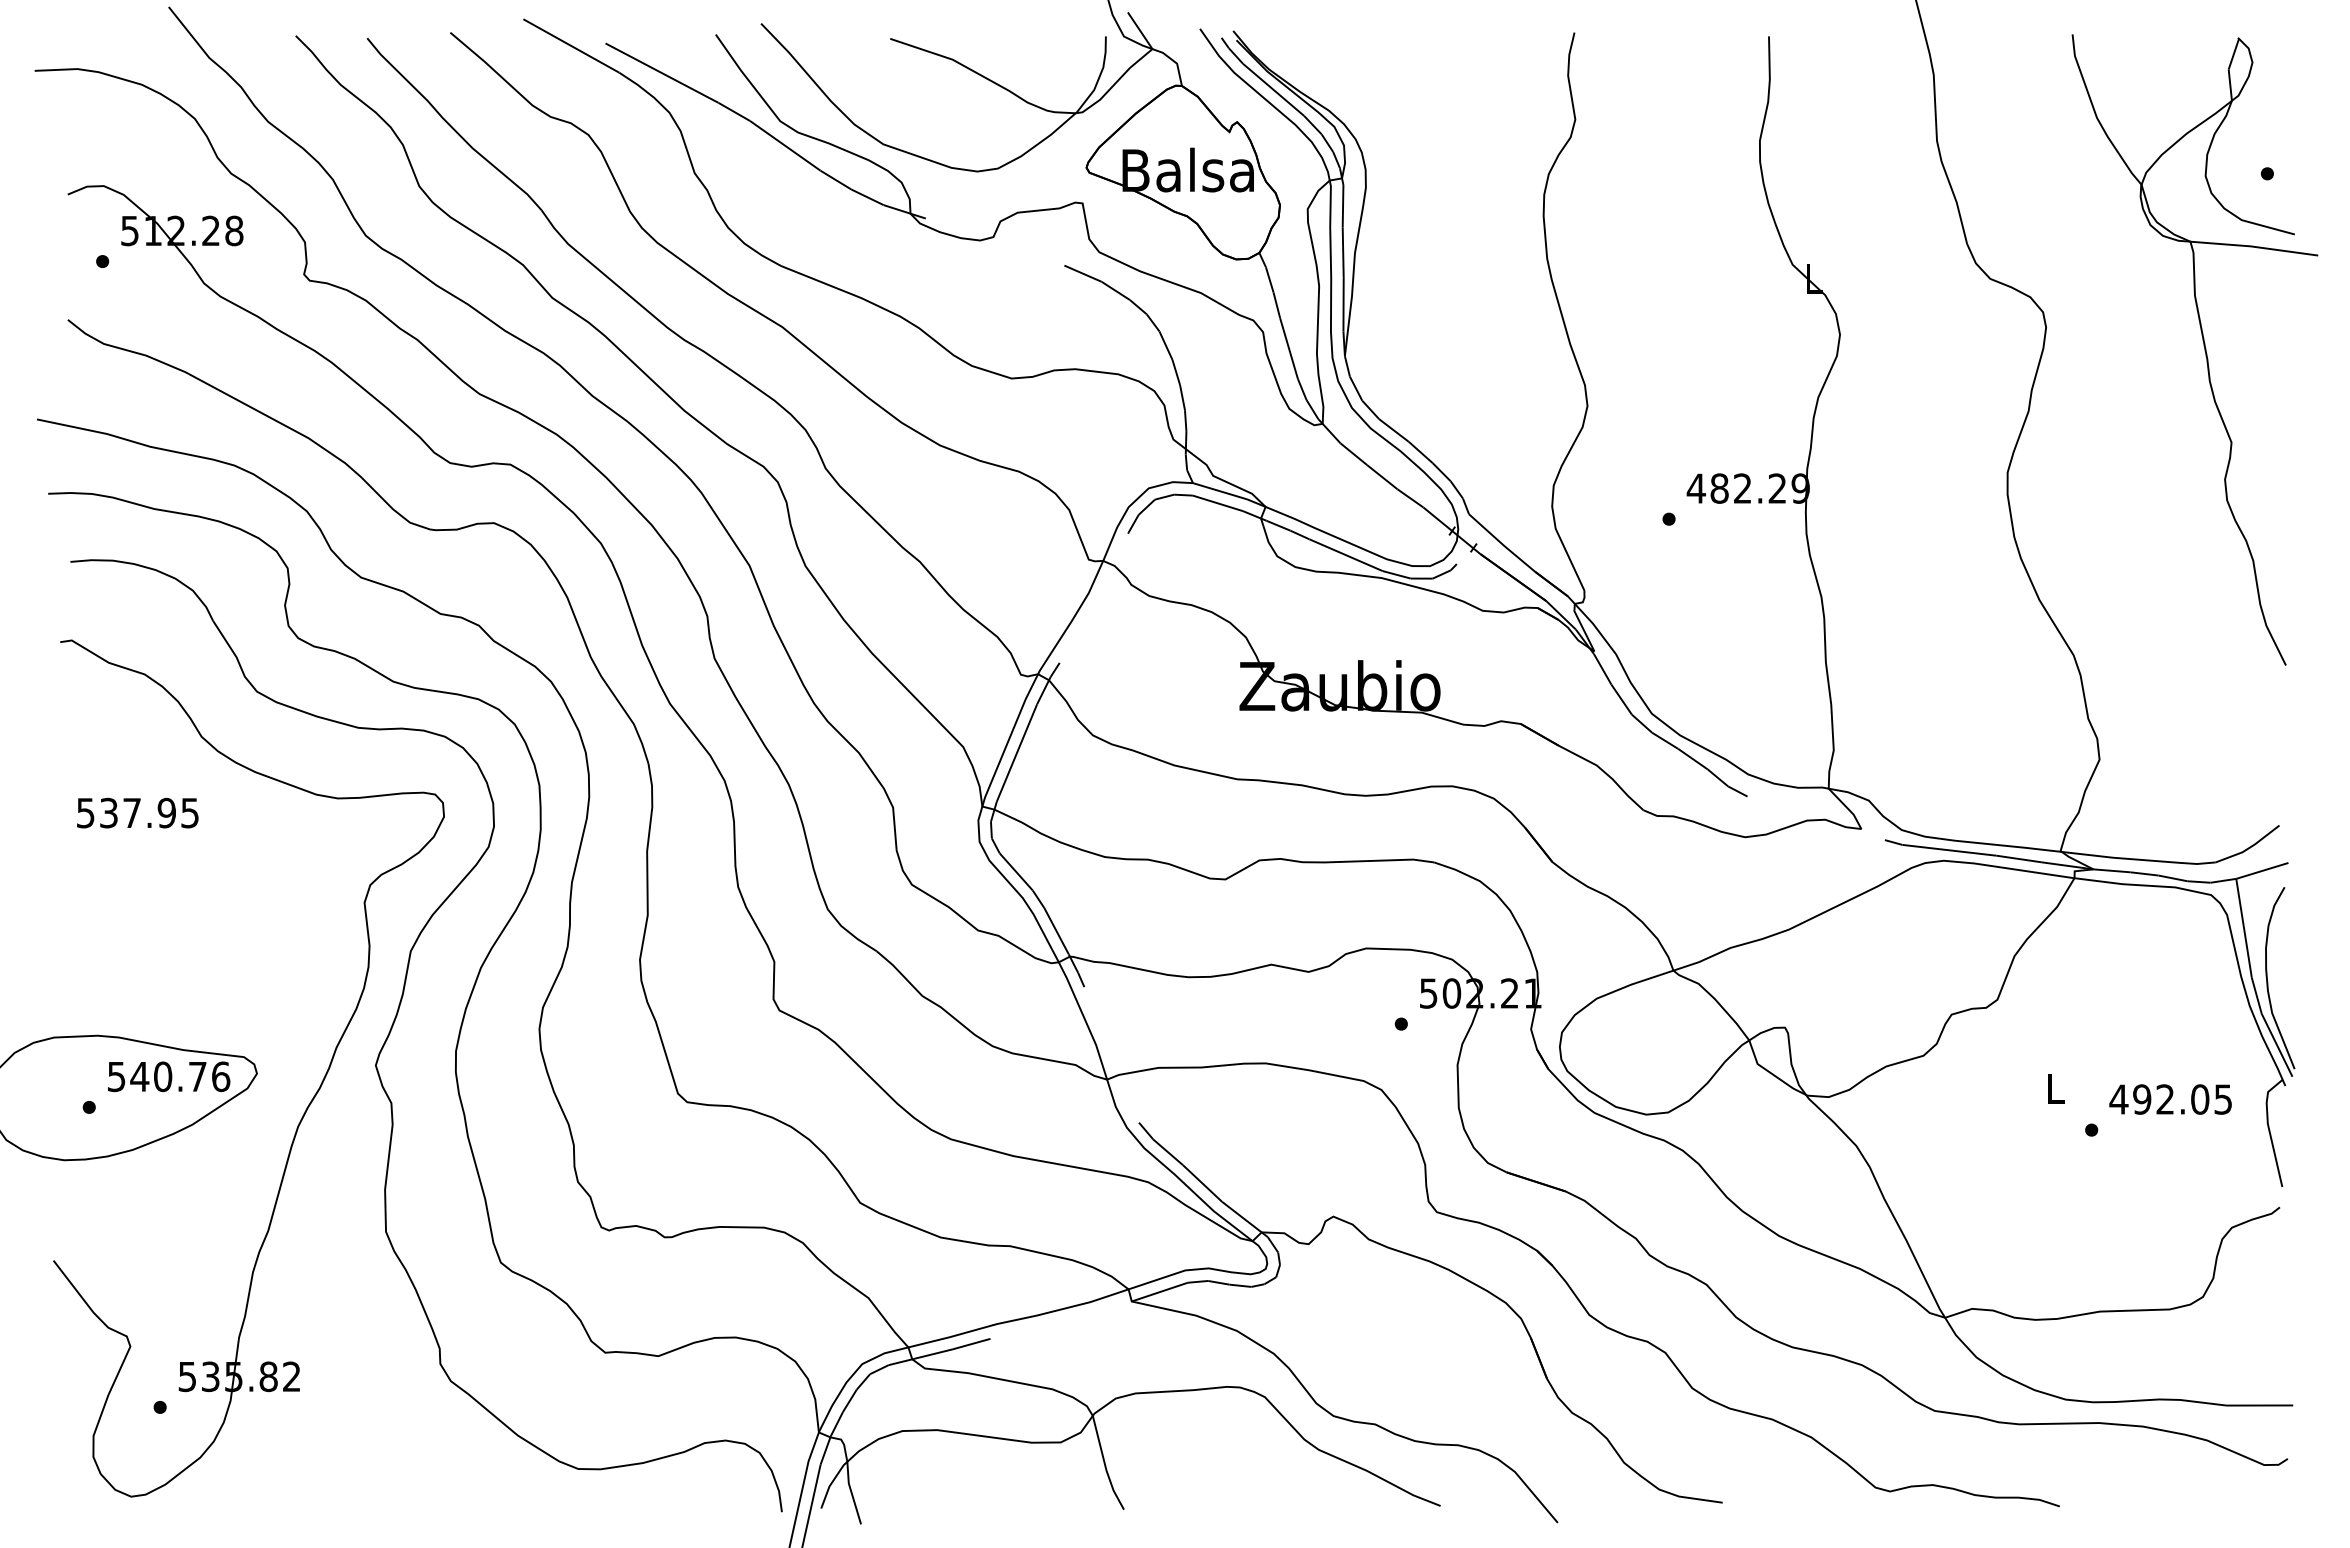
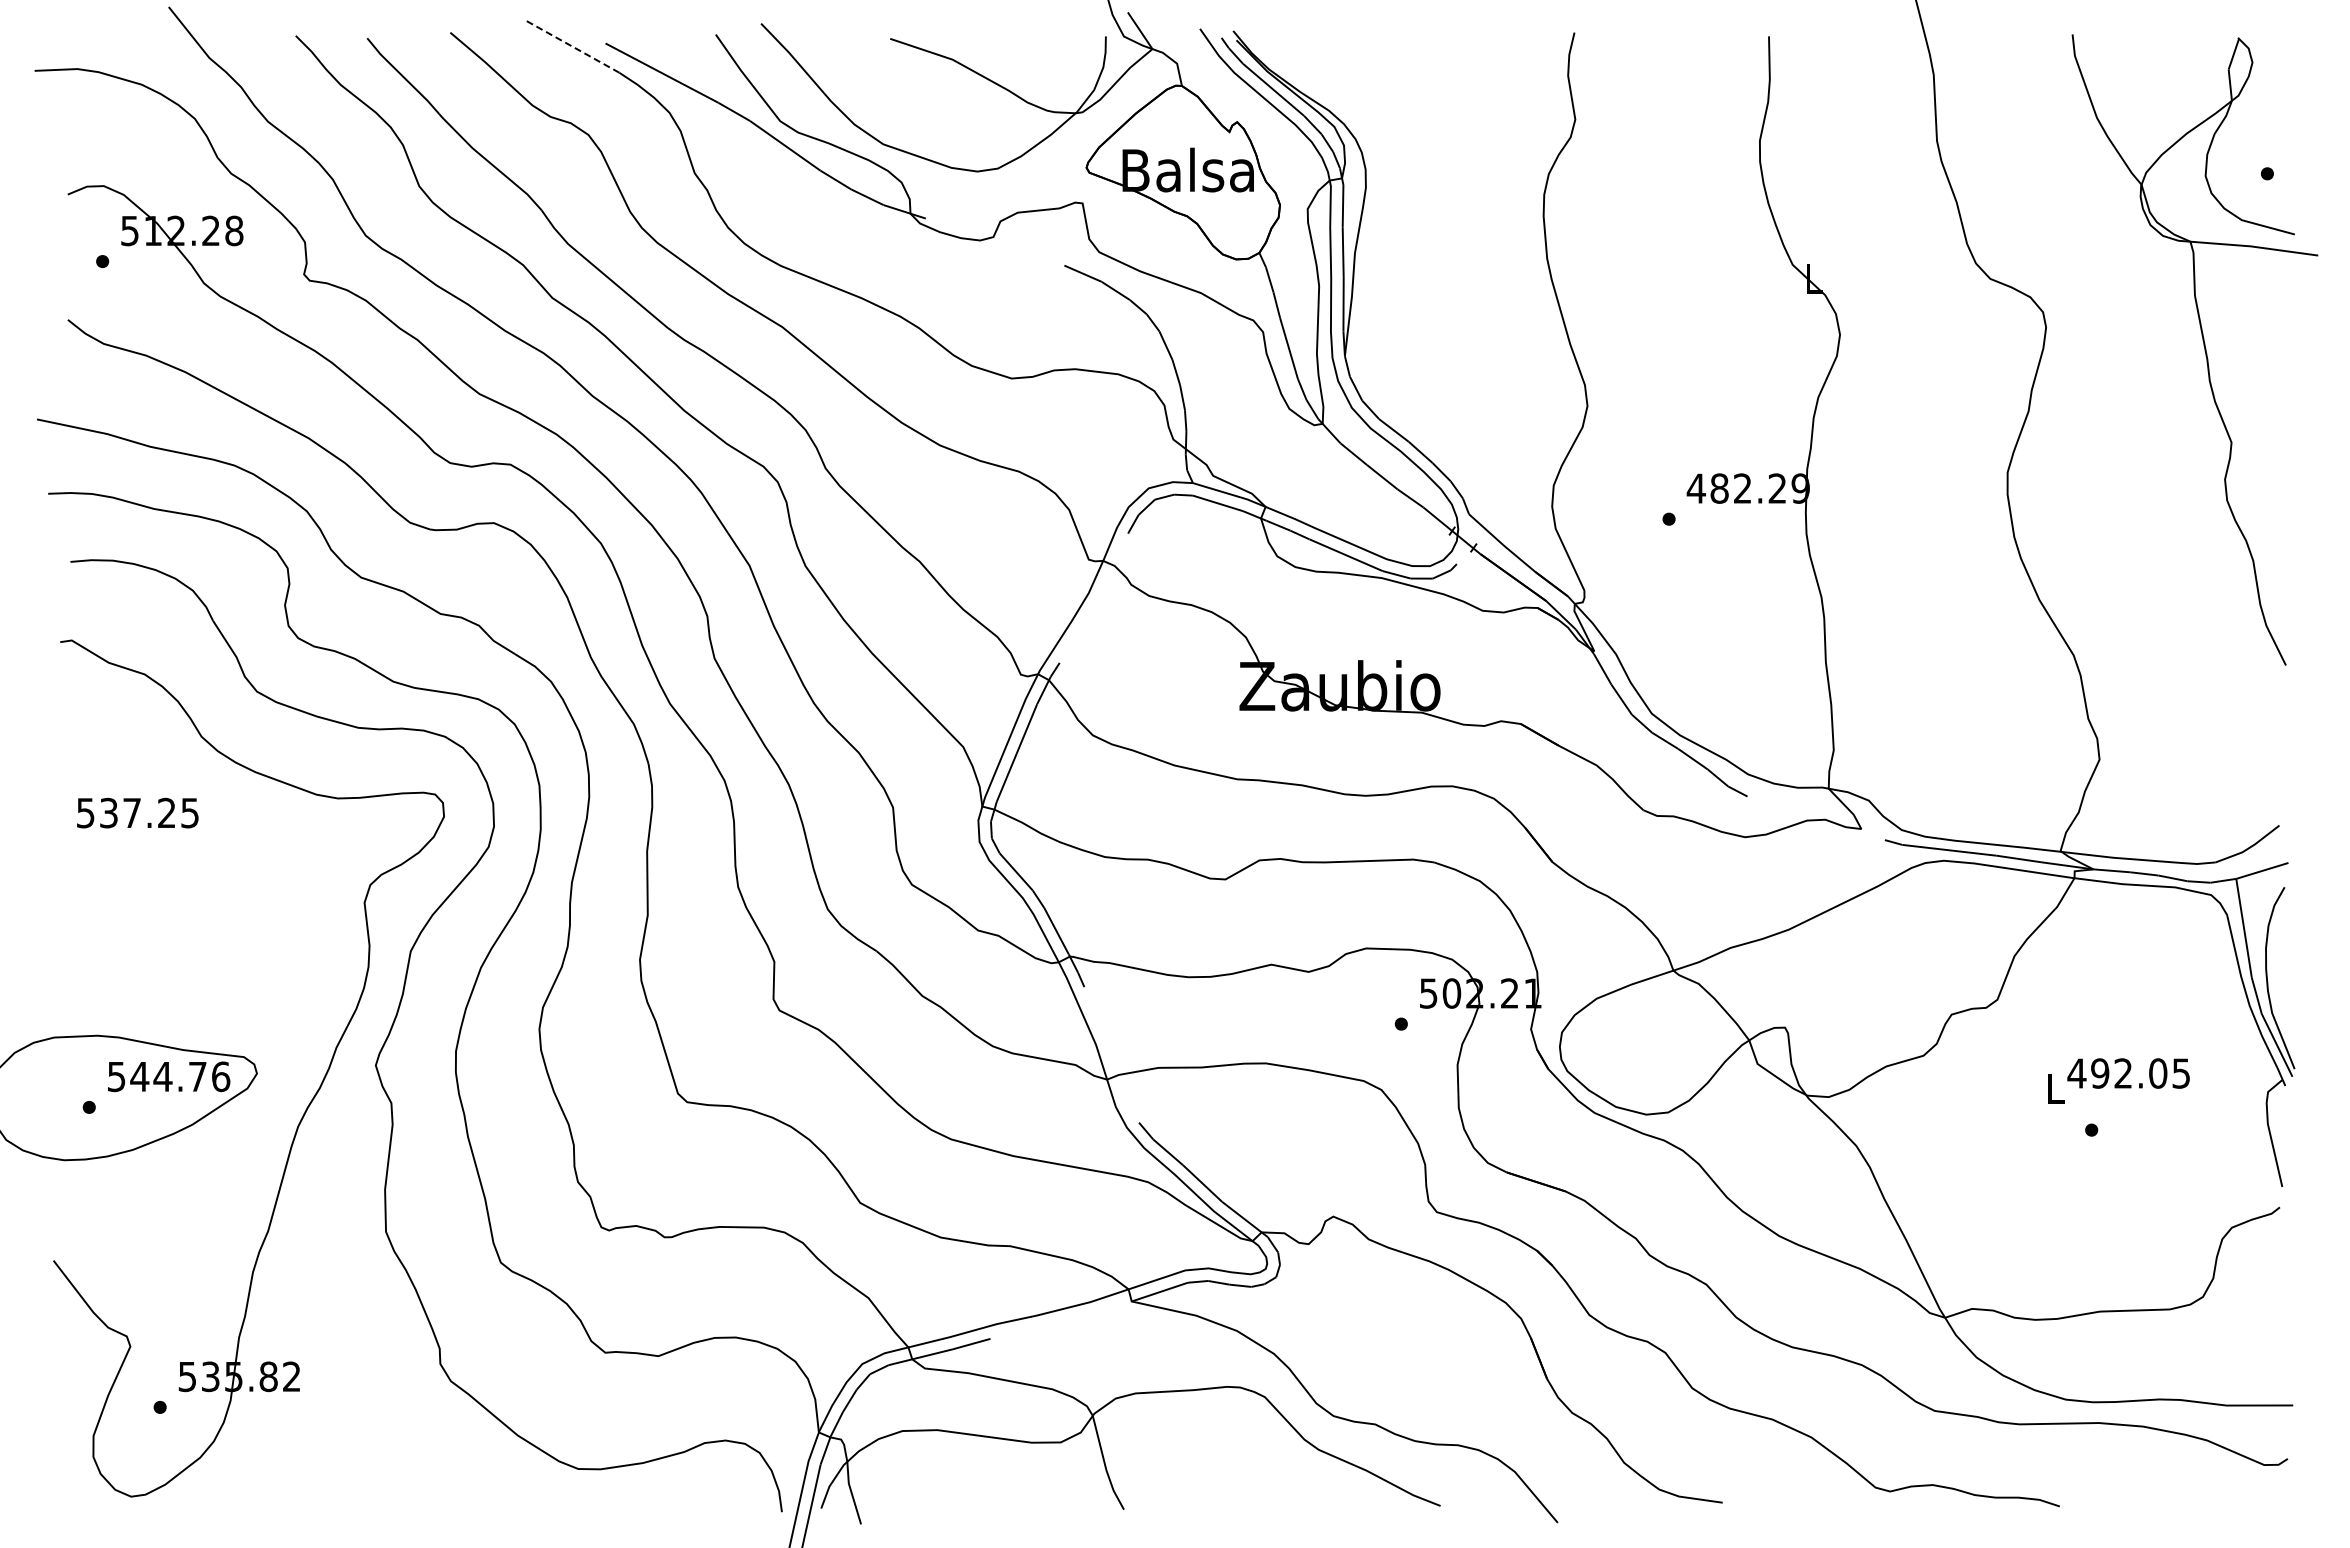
line at (571, 46): solid -> dashed
text at (166, 813): 537.95 -> 537.25
text at (162, 1076): 540.76 -> 544.76
text at (2170, 1099) position: (2170, 1099) -> (2128, 1073)
